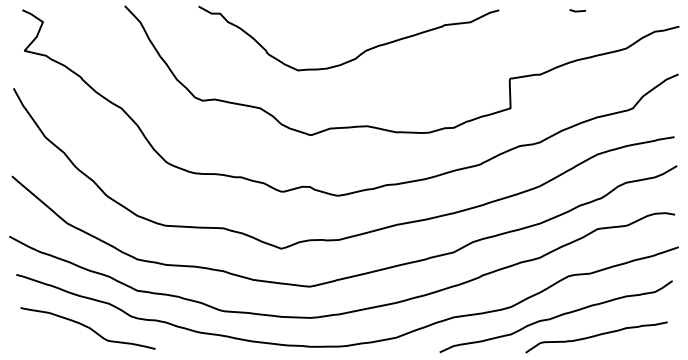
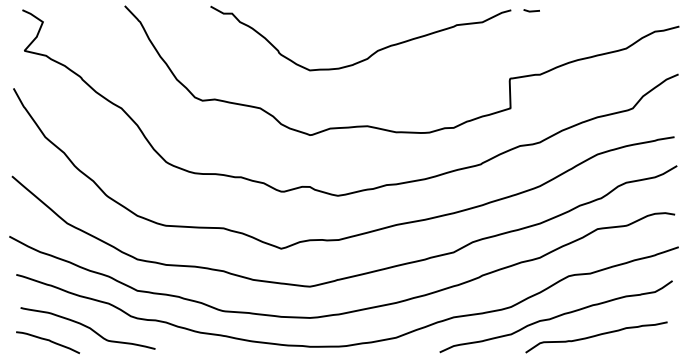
line at (577, 10) position: (577, 10) -> (531, 10)
curve at (361, 52) position: (361, 52) -> (373, 52)
curve at (48, 341): none -> present
